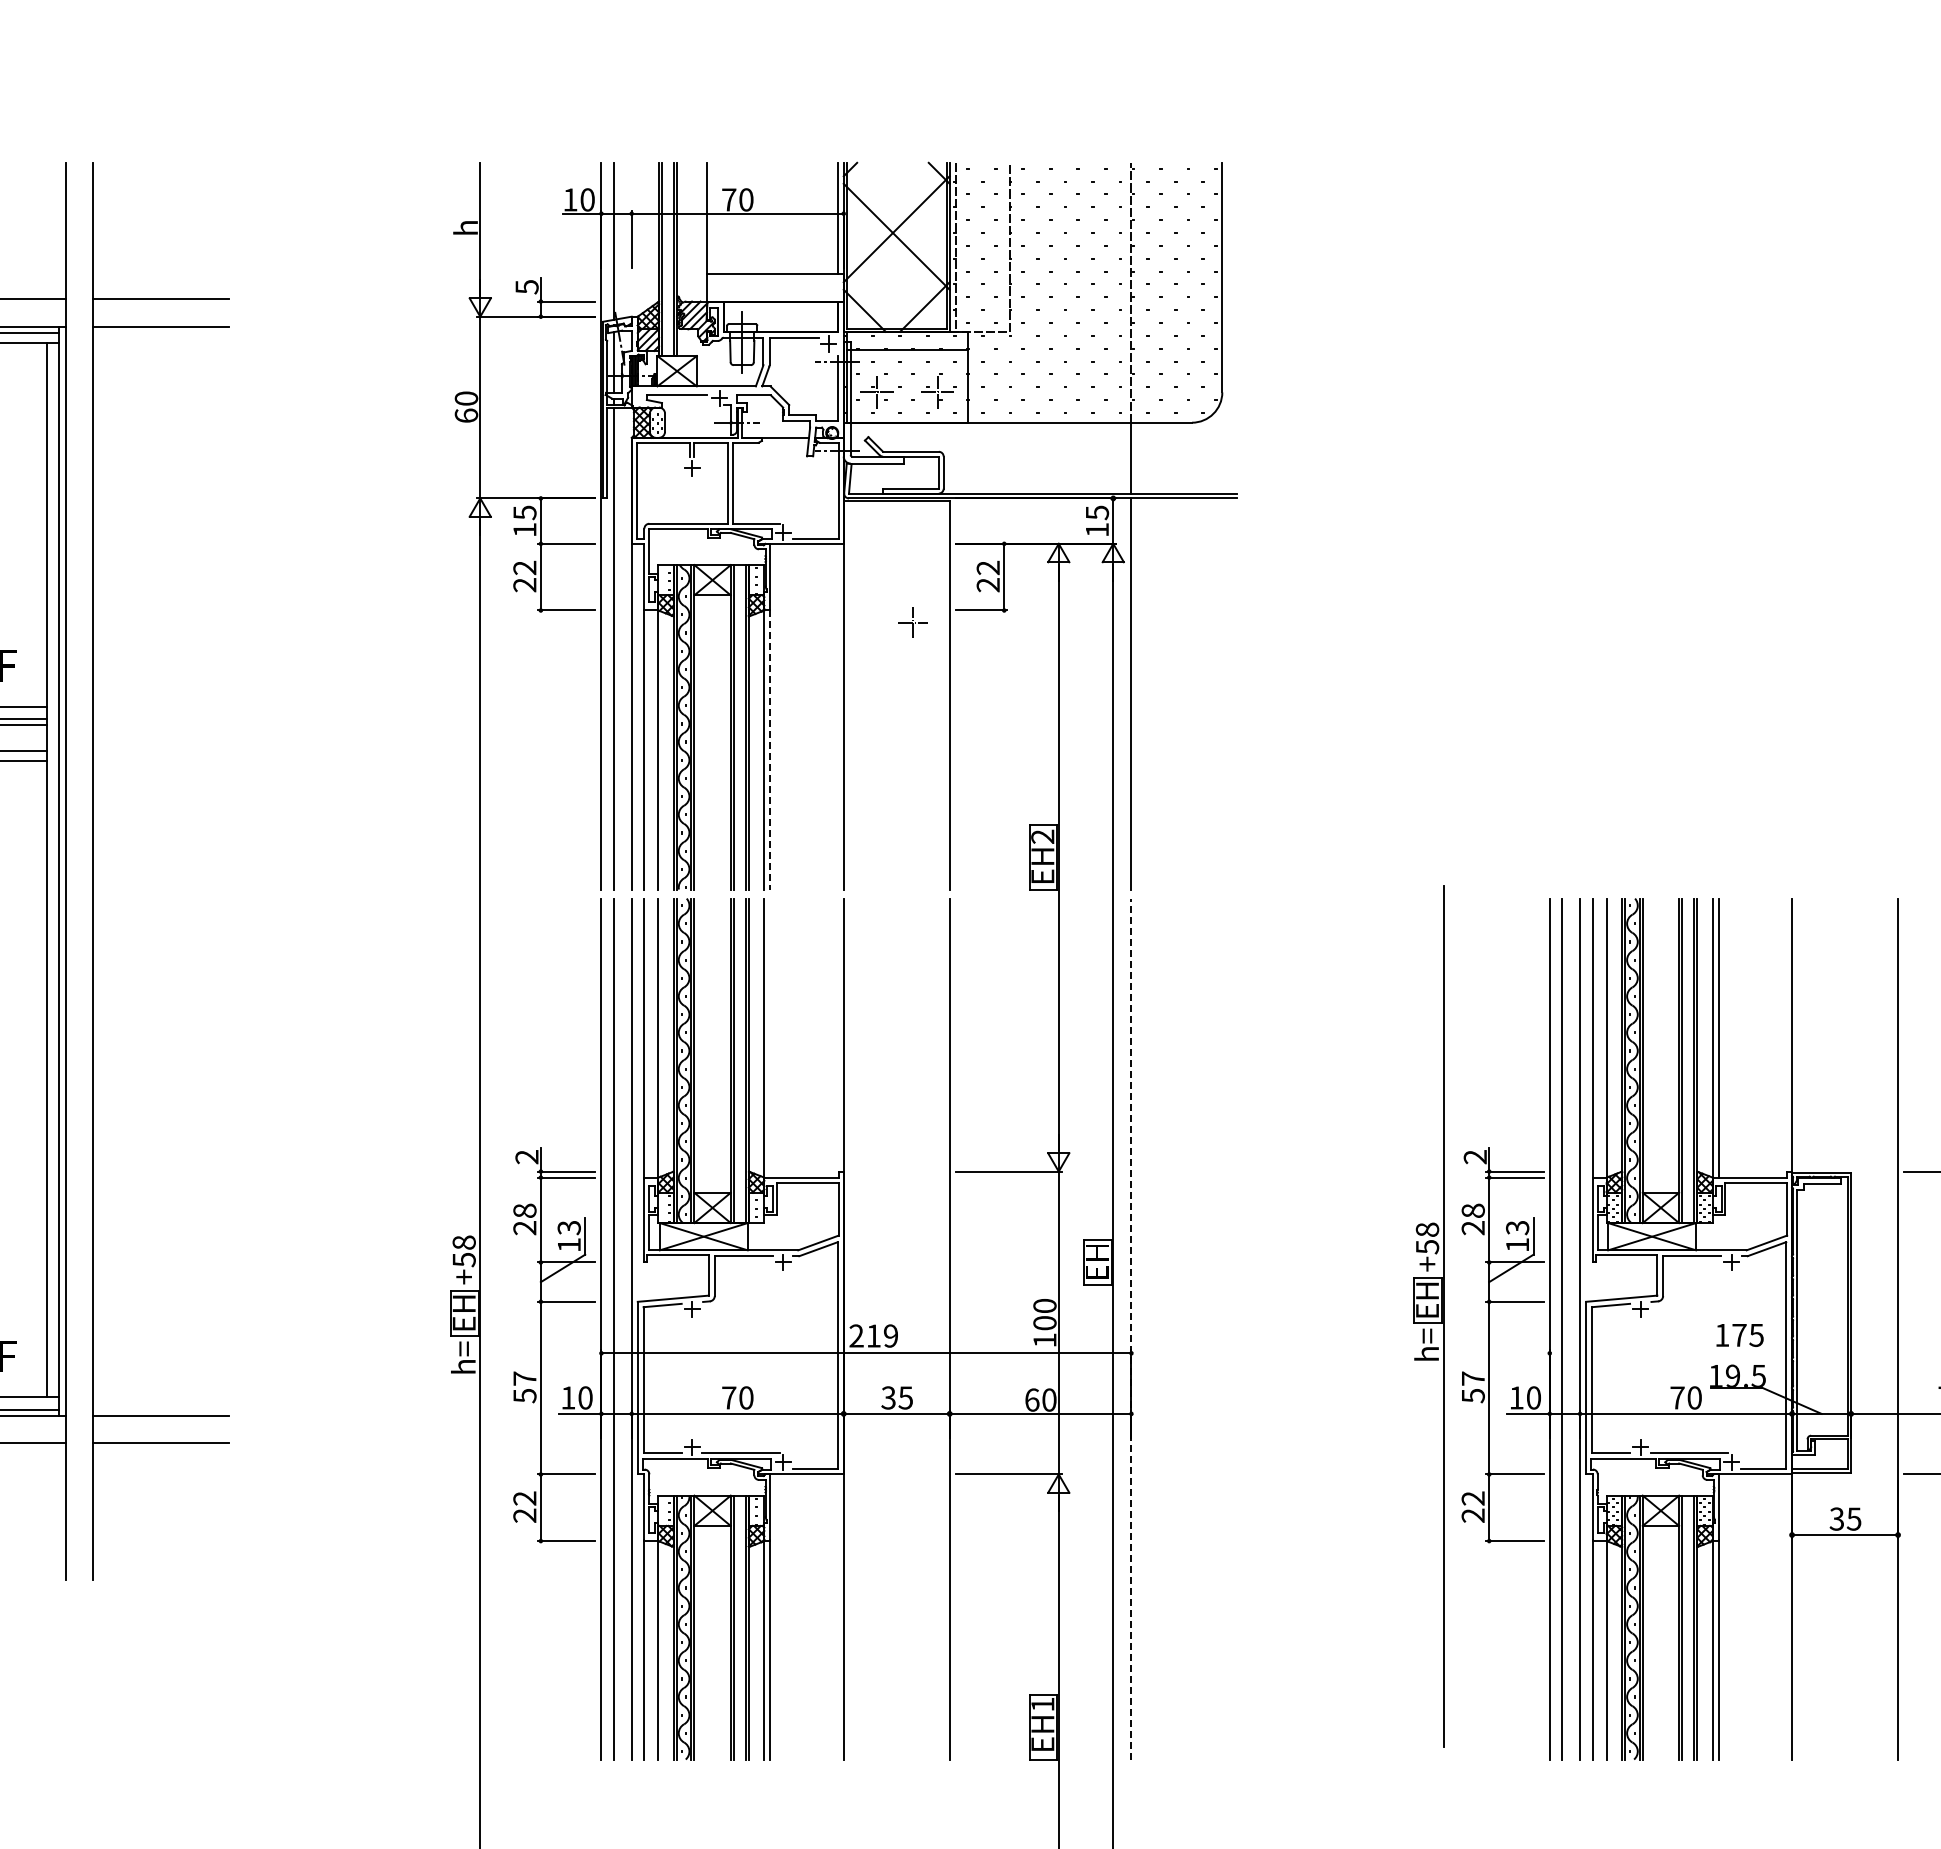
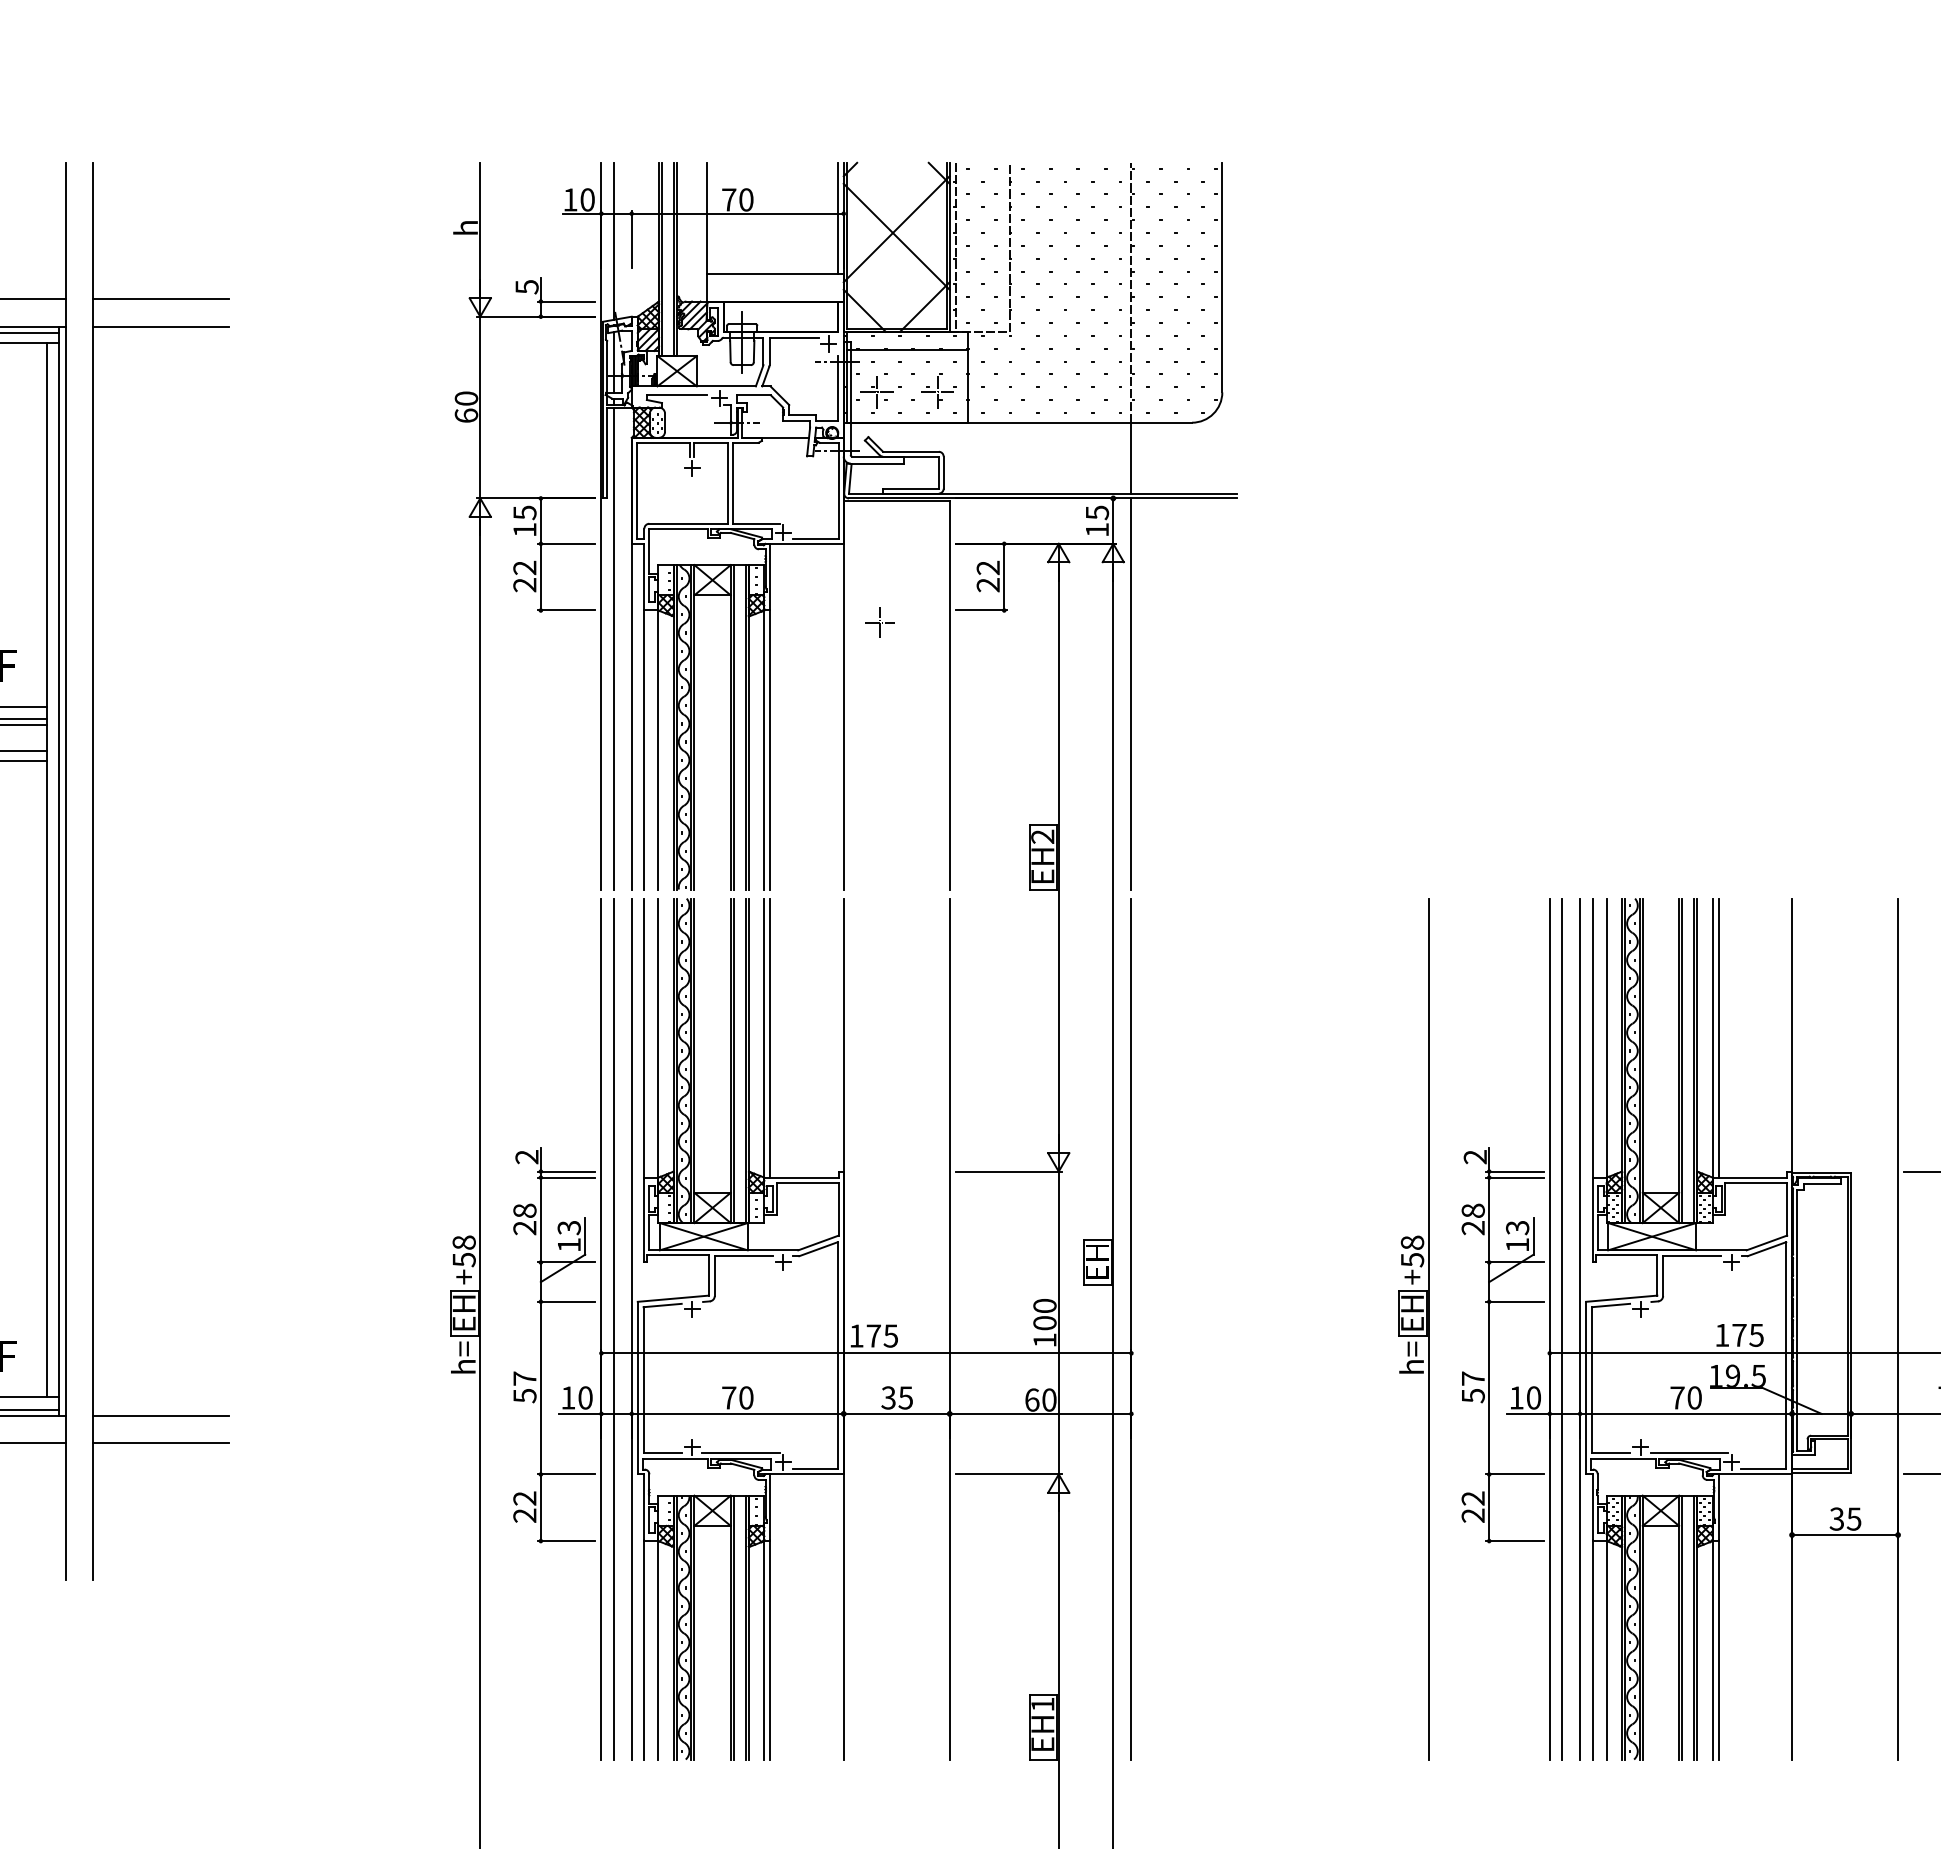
part at (912, 622) position: (912, 622) -> (879, 622)
line at (770, 749): dashed -> solid
line at (770, 1037): none -> present
part at (1428, 1316) position: (1428, 1316) -> (1413, 1329)
line at (1131, 1328): dashed -> solid
text at (873, 1335): 219 -> 175
line at (1743, 1353): none -> present
